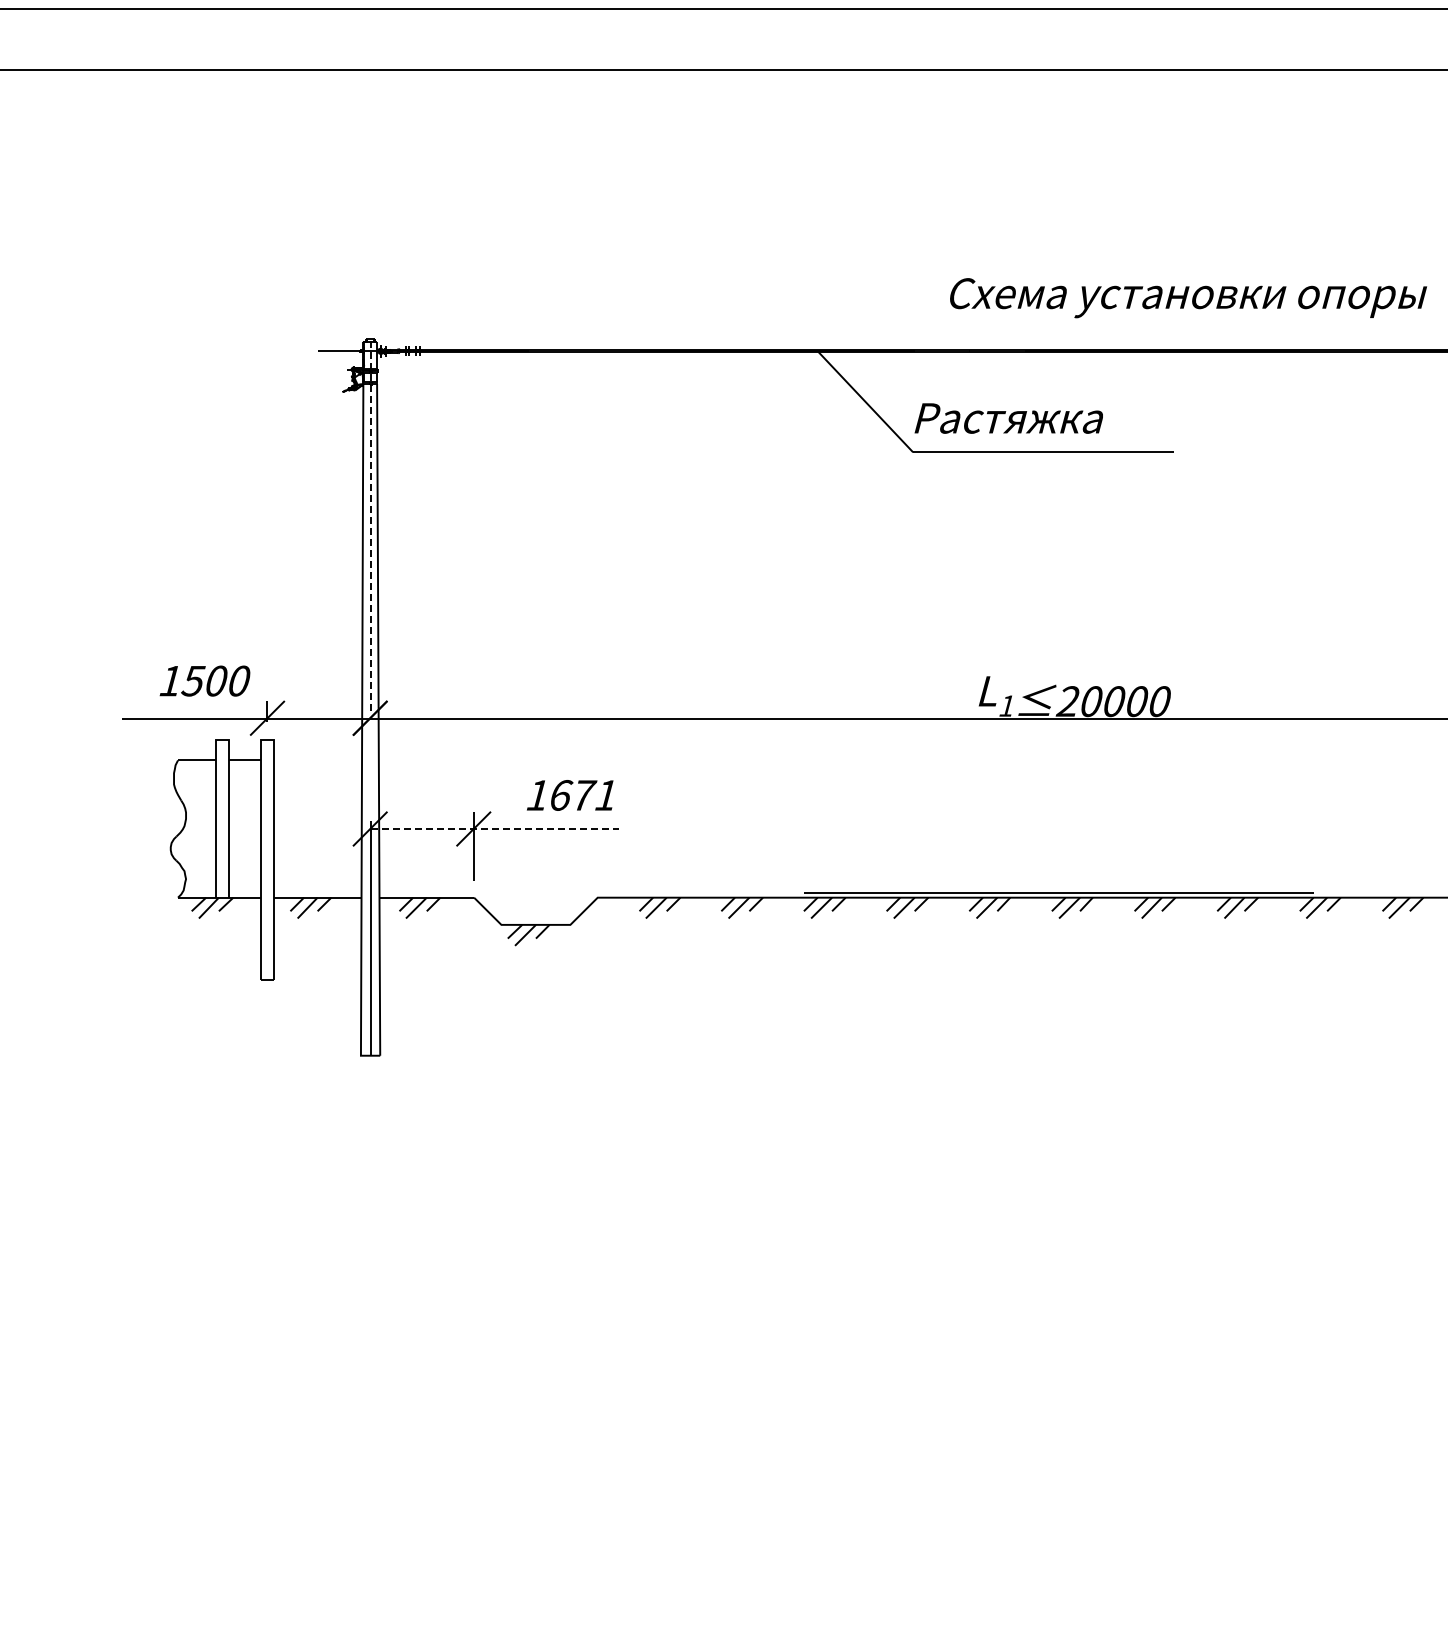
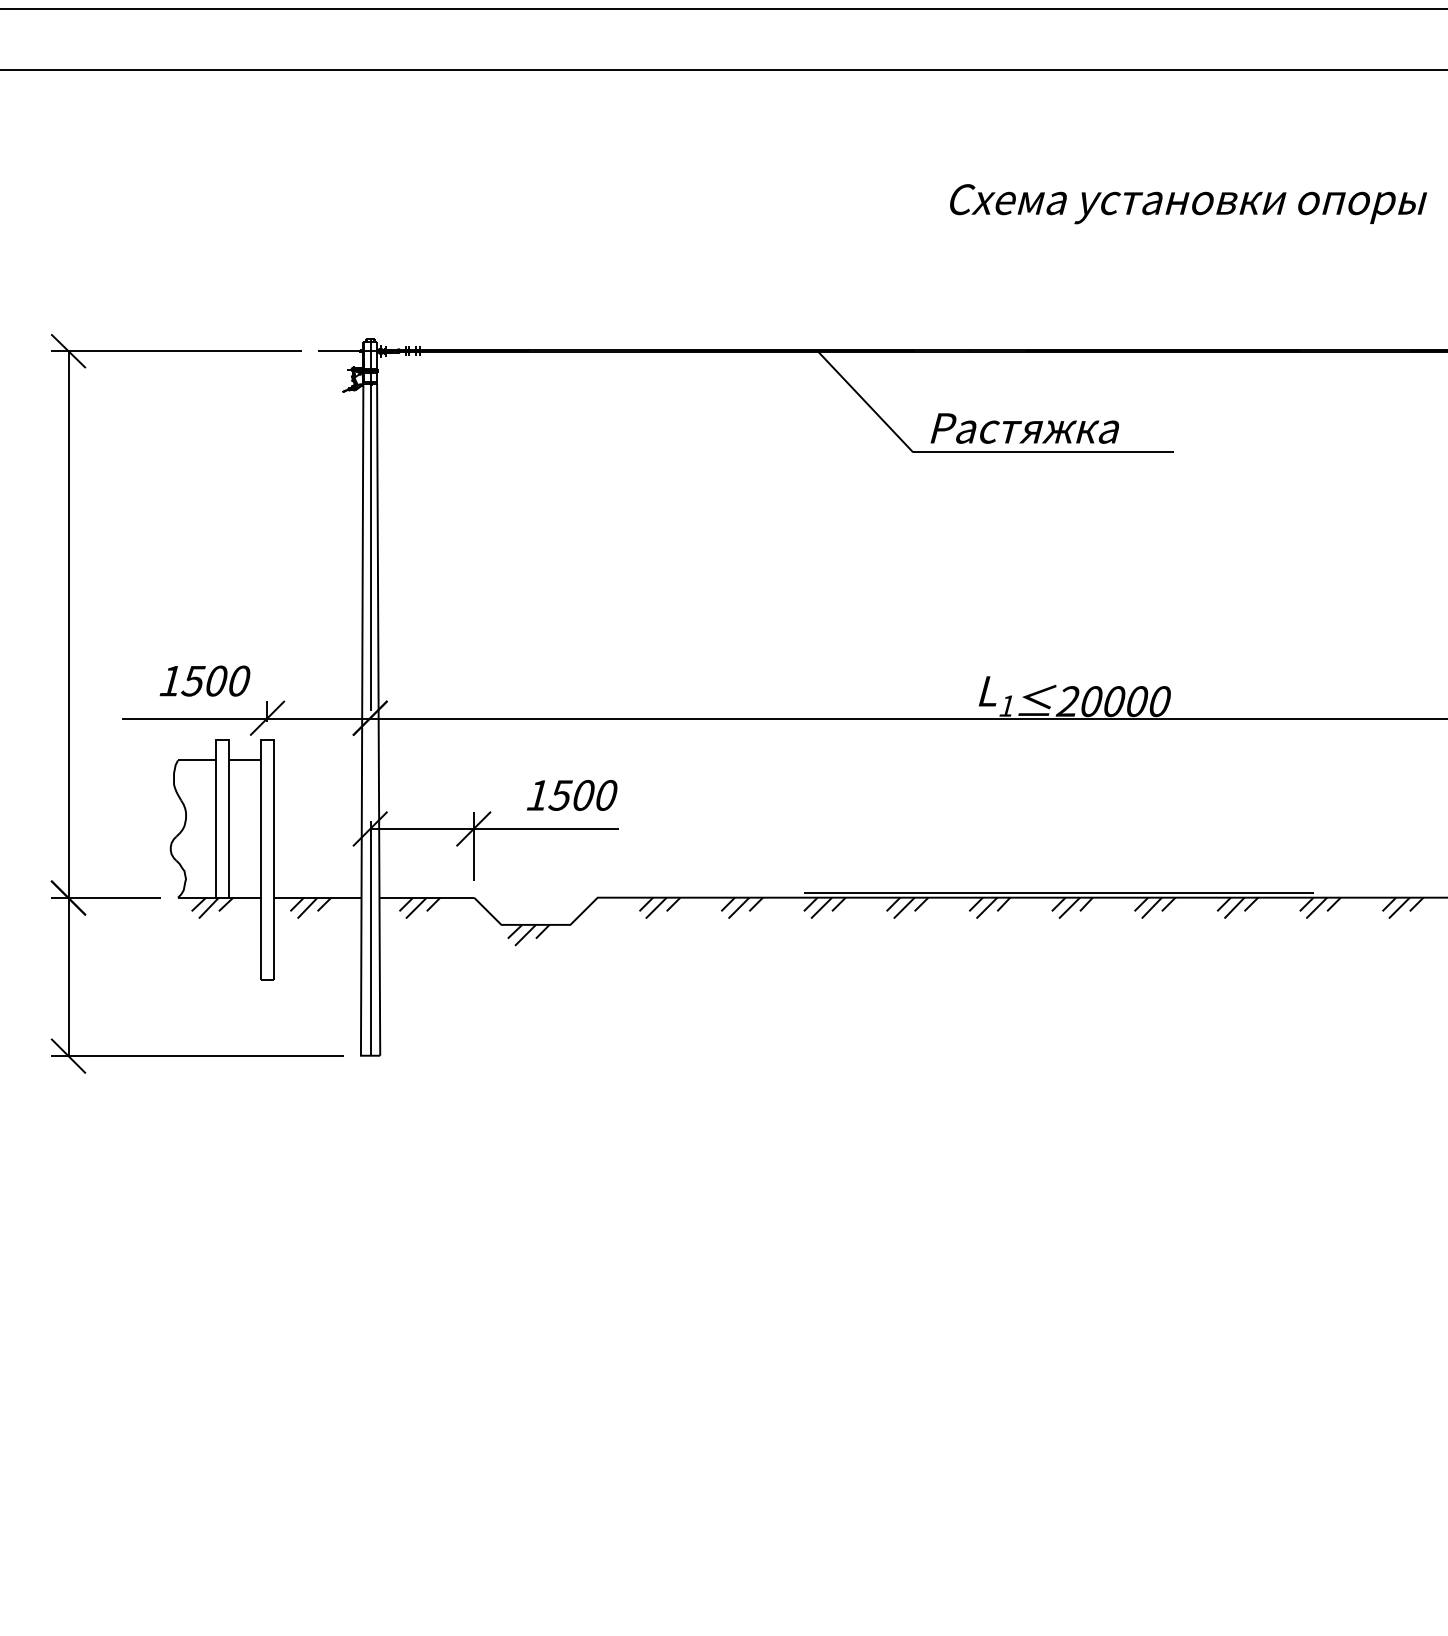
text at (1188, 298) position: (1188, 298) -> (1188, 204)
text at (1008, 418) position: (1008, 418) -> (1024, 428)
line at (370, 523): dashed -> solid
part at (69, 703): none -> present
text at (582, 795): 1671 -> 1500
line at (495, 828): dashed -> solid
